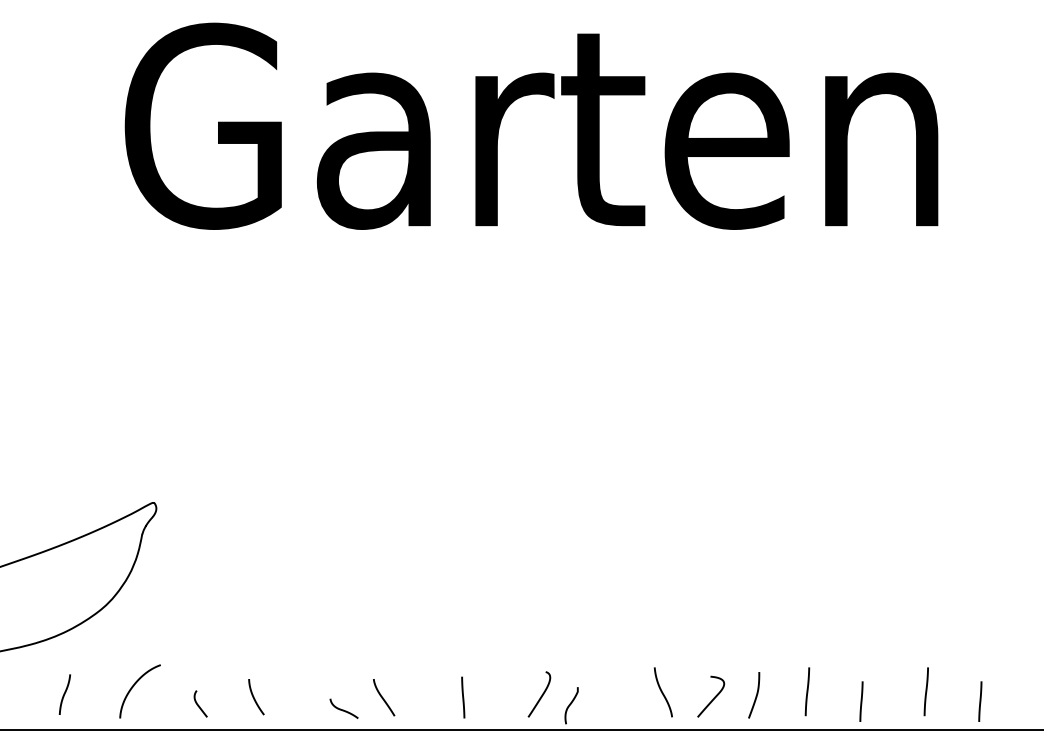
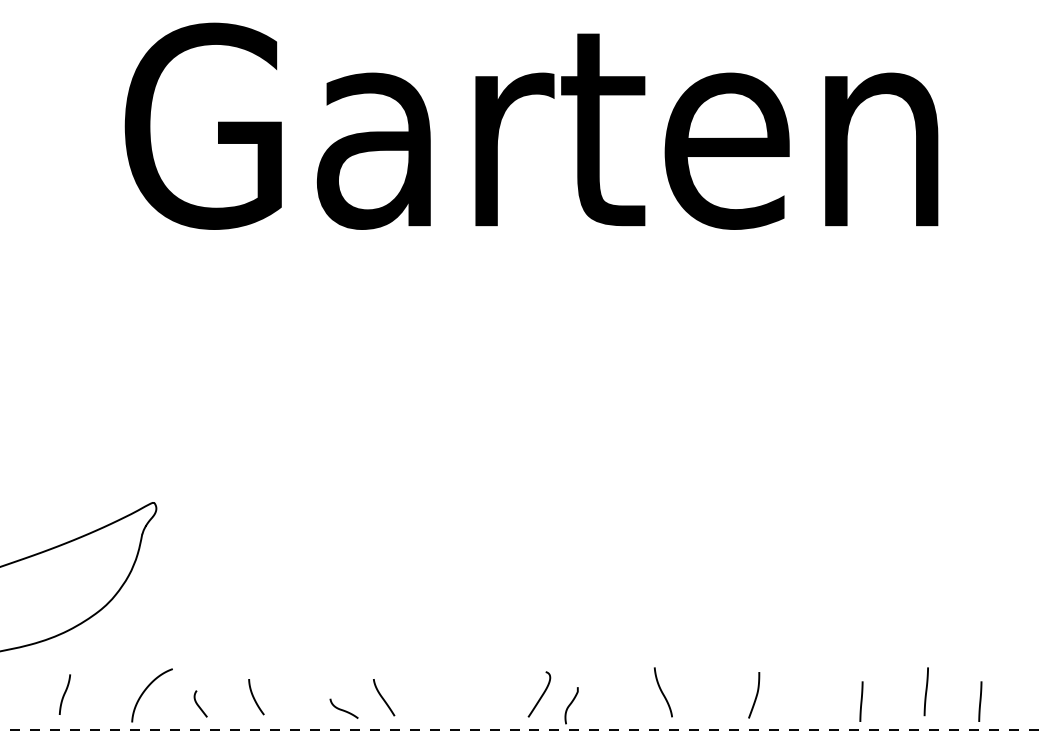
curve at (134, 686) position: (134, 686) -> (146, 690)
line at (807, 691): present -> none
line at (463, 697): present -> none
curve at (713, 697): present -> none
line at (522, 730): solid -> dashed
